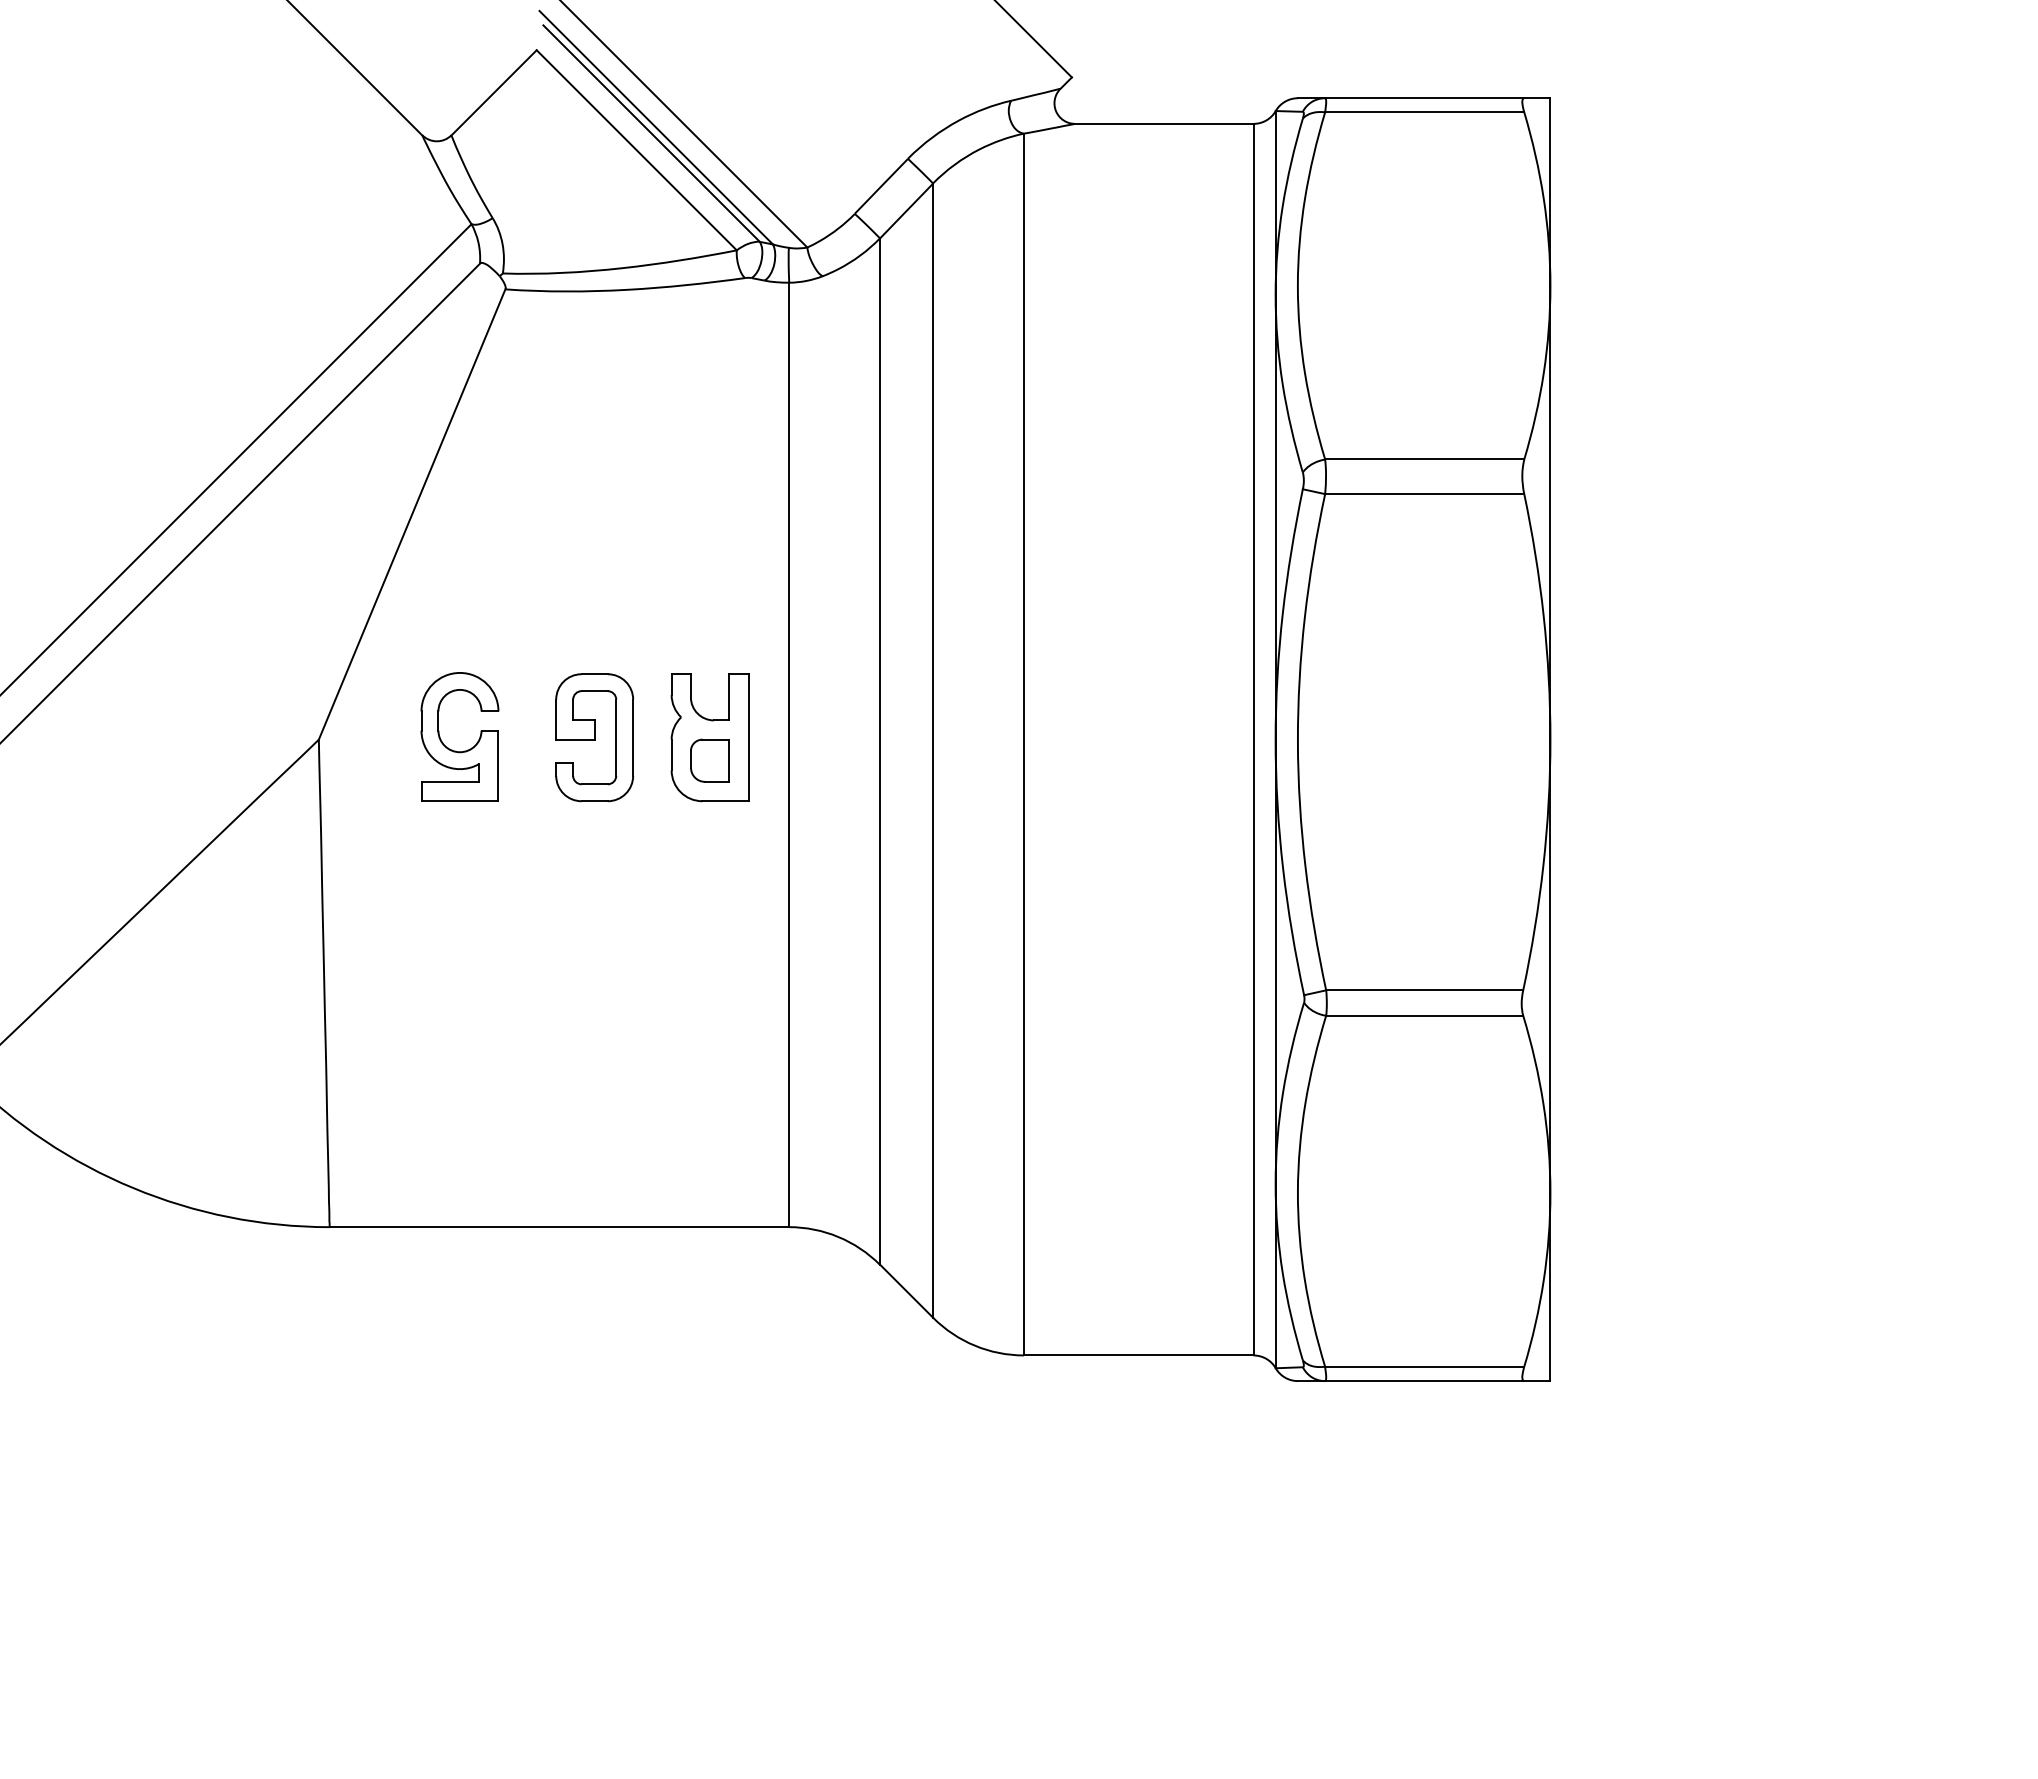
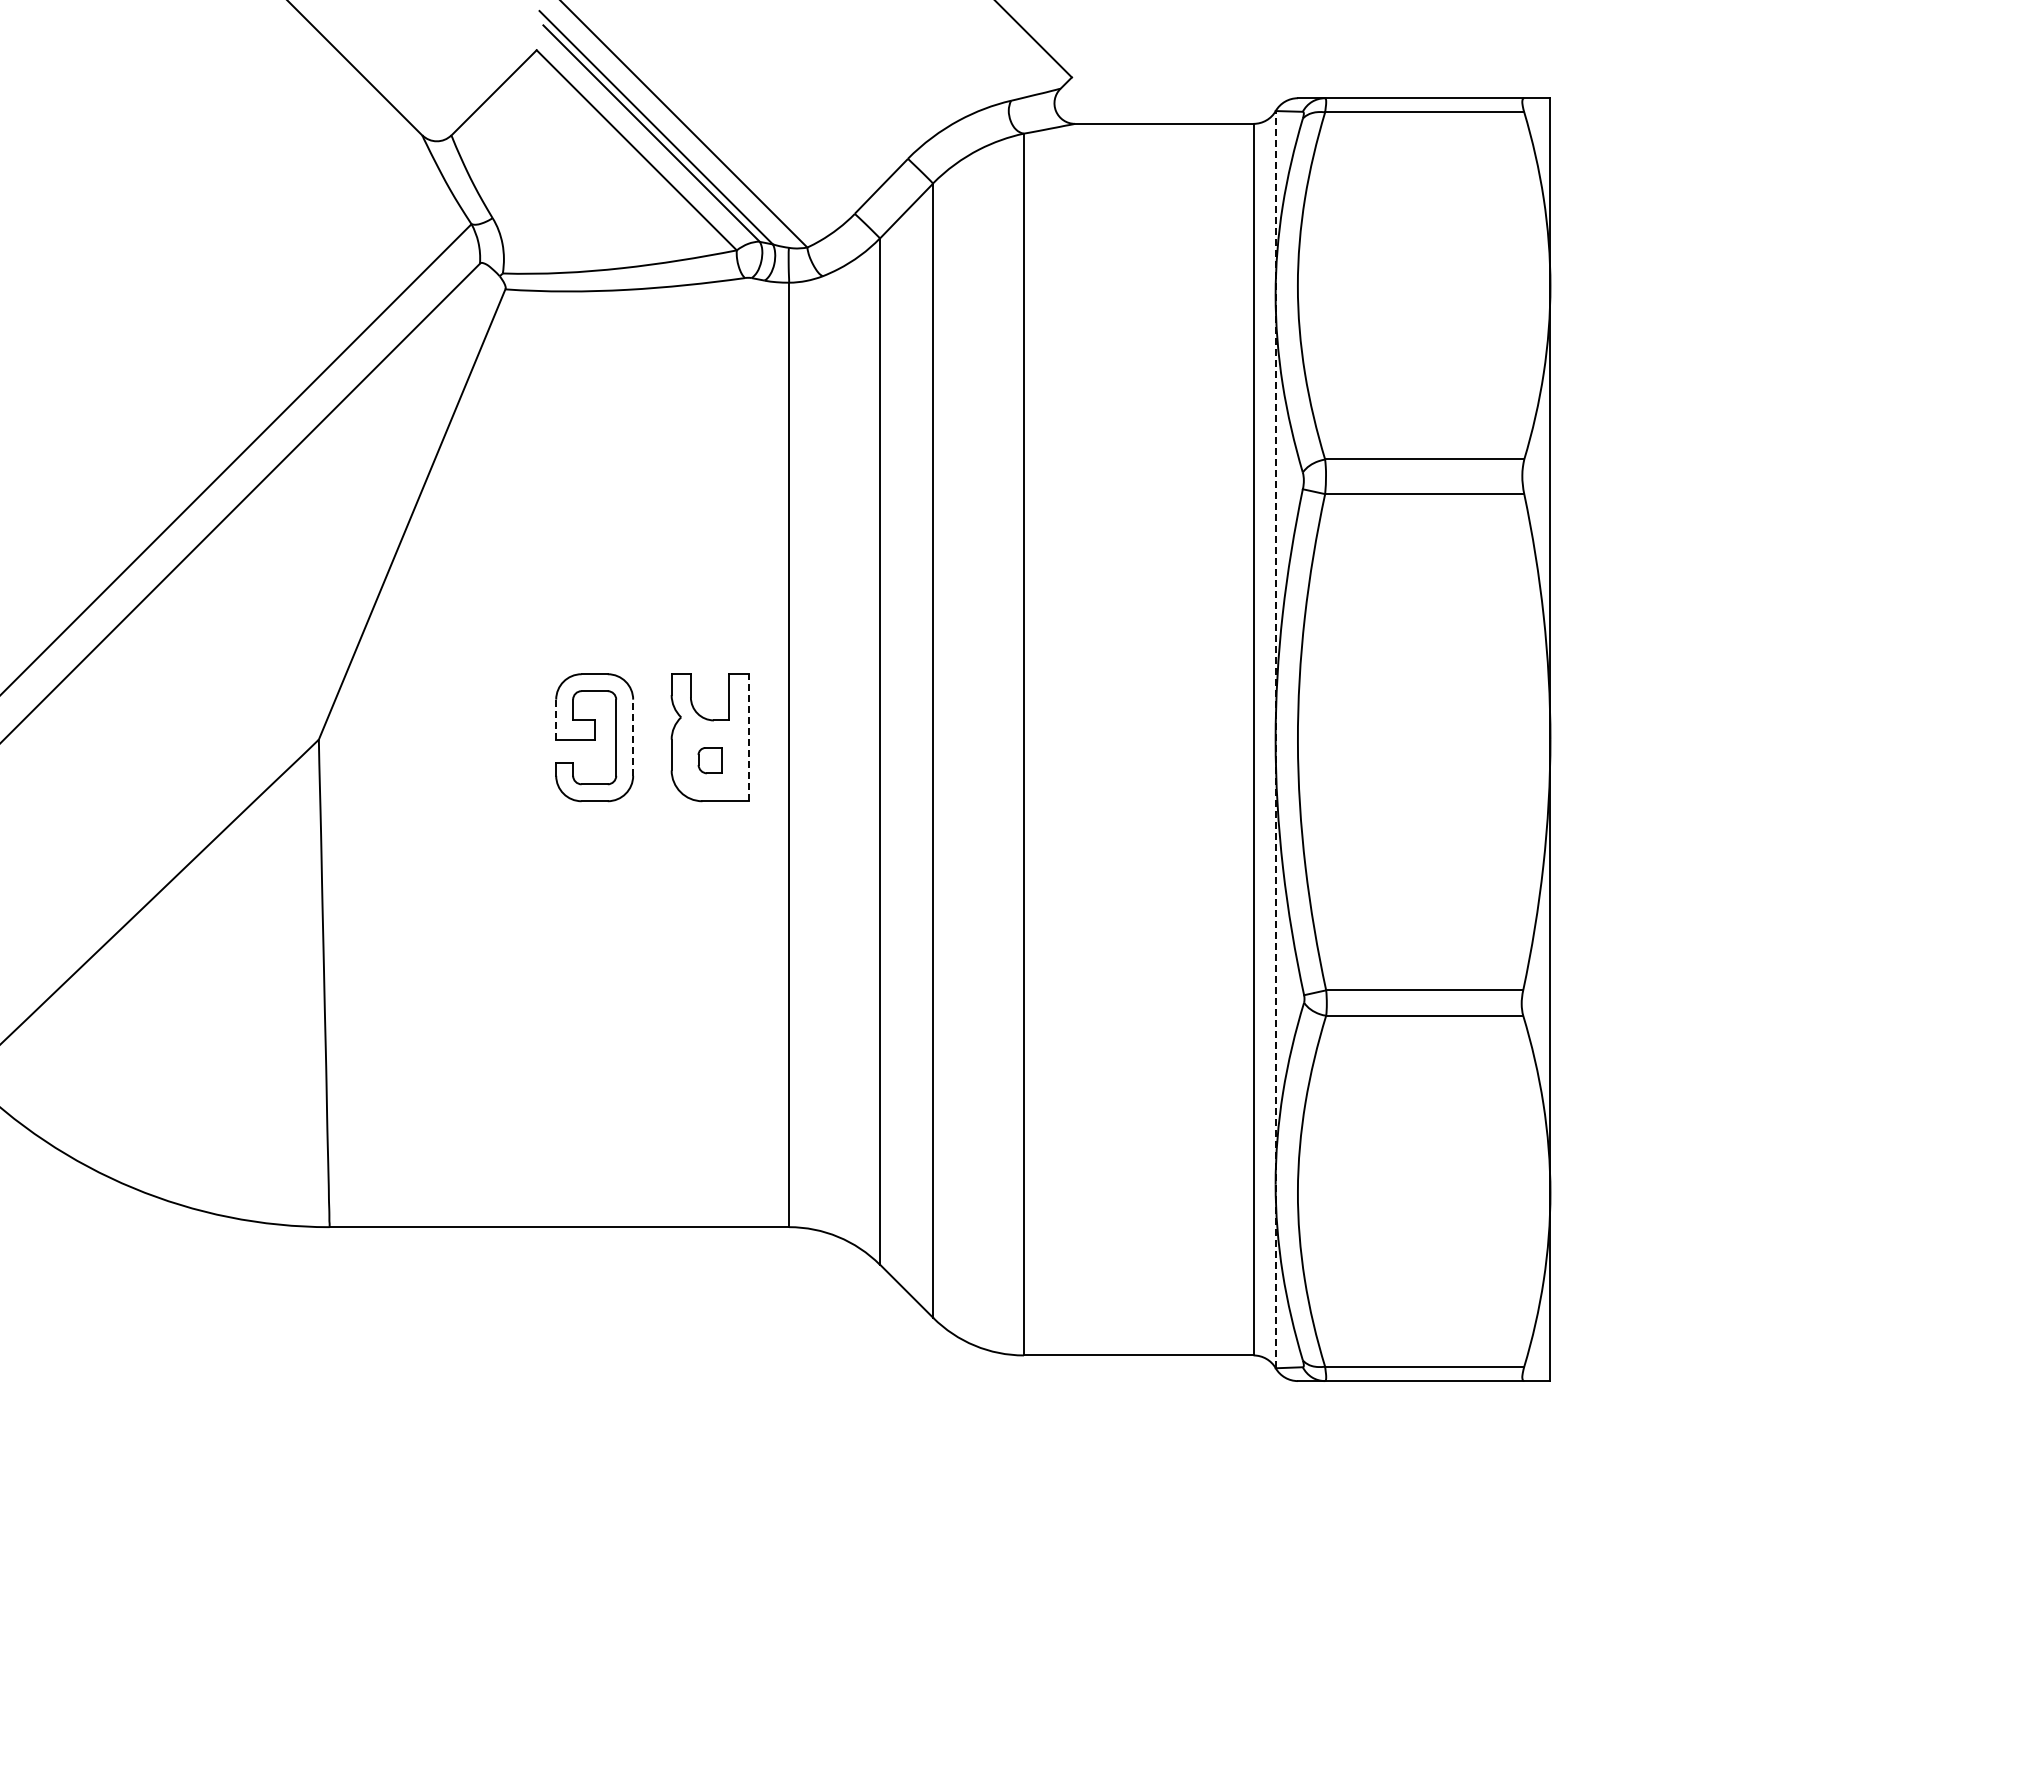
line at (556, 719): solid -> dashed
line at (633, 737): solid -> dashed
line at (748, 737): solid -> dashed
line at (1275, 739): solid -> dashed
part at (455, 750): present -> none
part at (709, 760) size: 40x45 px -> 26x28 px
